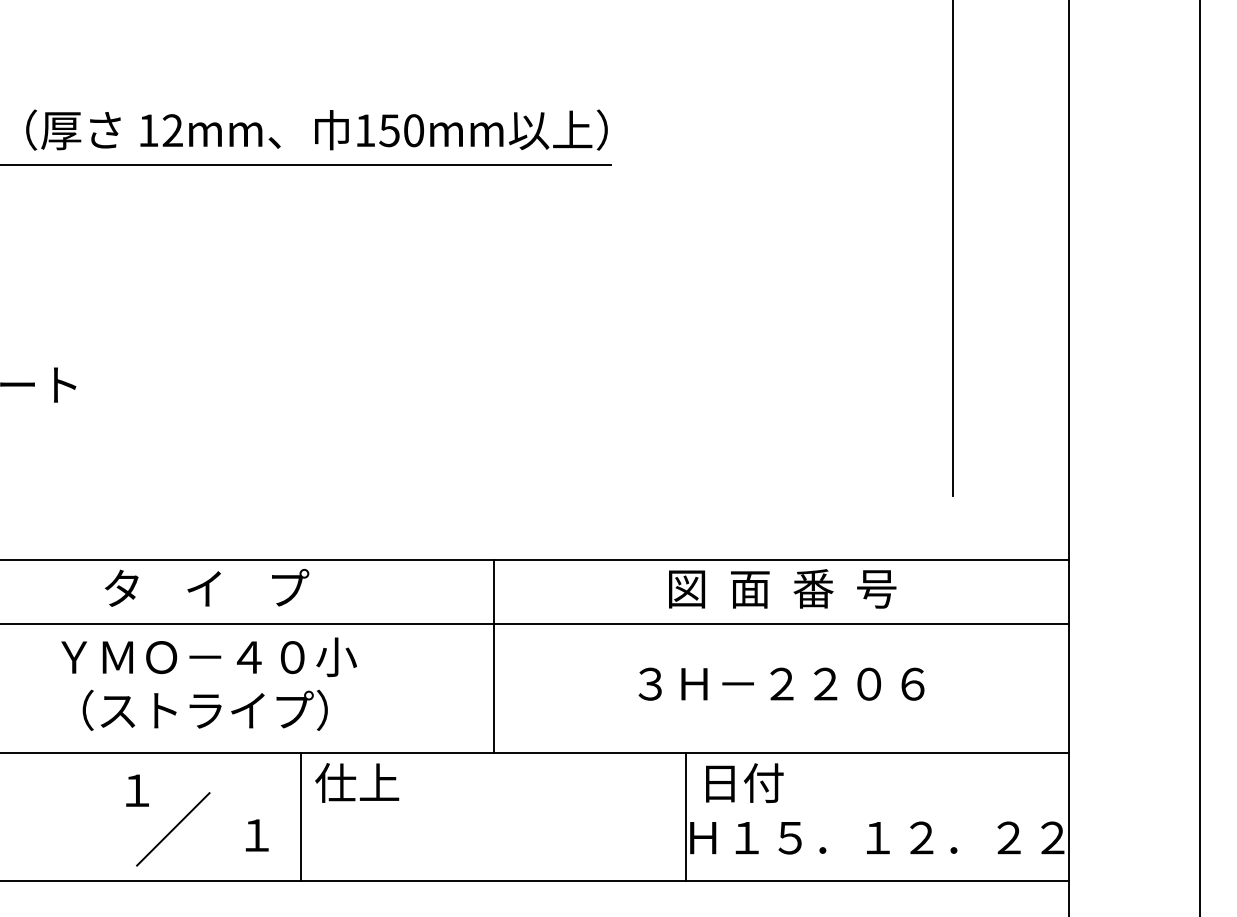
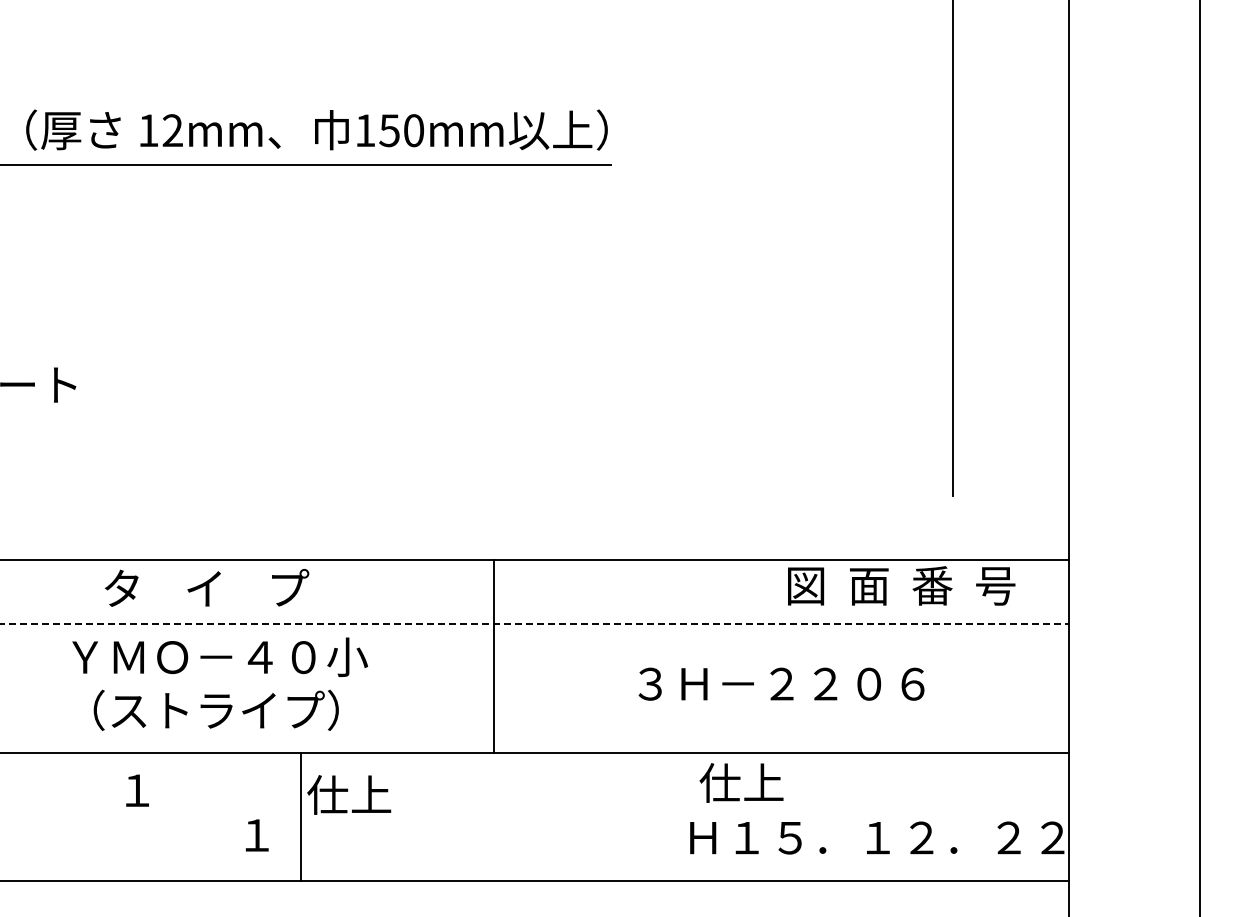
text at (782, 588) position: (782, 588) -> (901, 585)
line at (534, 624): solid -> dashed
text at (209, 683) position: (209, 683) -> (220, 683)
text at (357, 782) position: (357, 782) -> (349, 794)
text at (741, 782): 日付 -> 仕上
line at (685, 816): present -> none
line at (173, 829): present -> none
